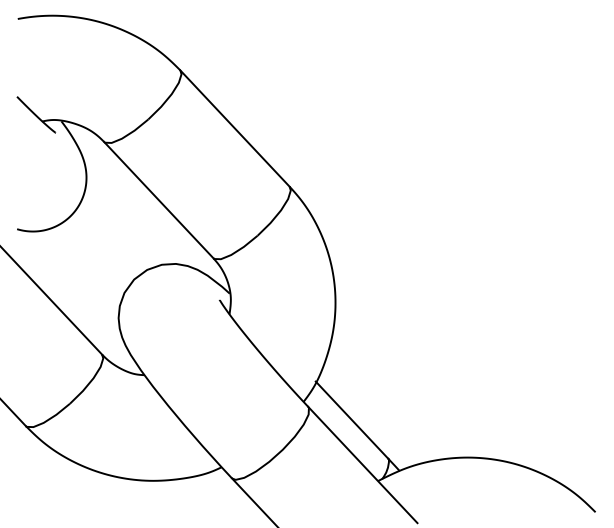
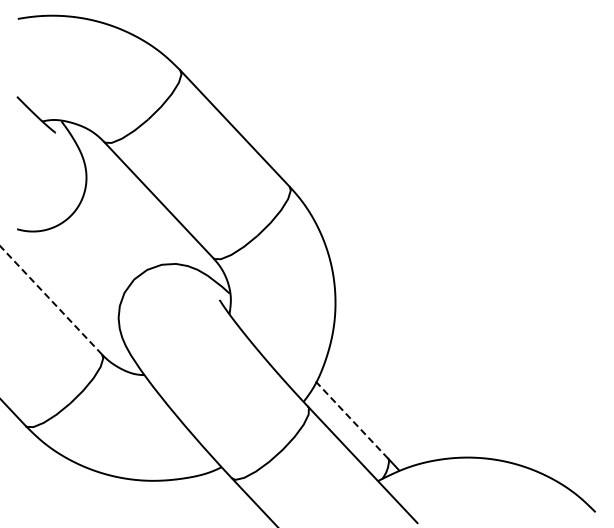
line at (50, 300): solid -> dashed
line at (352, 420): solid -> dashed
